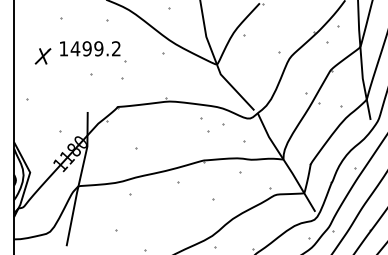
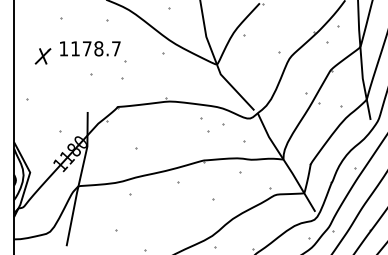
text at (95, 48): 1499.2 -> 1178.7
